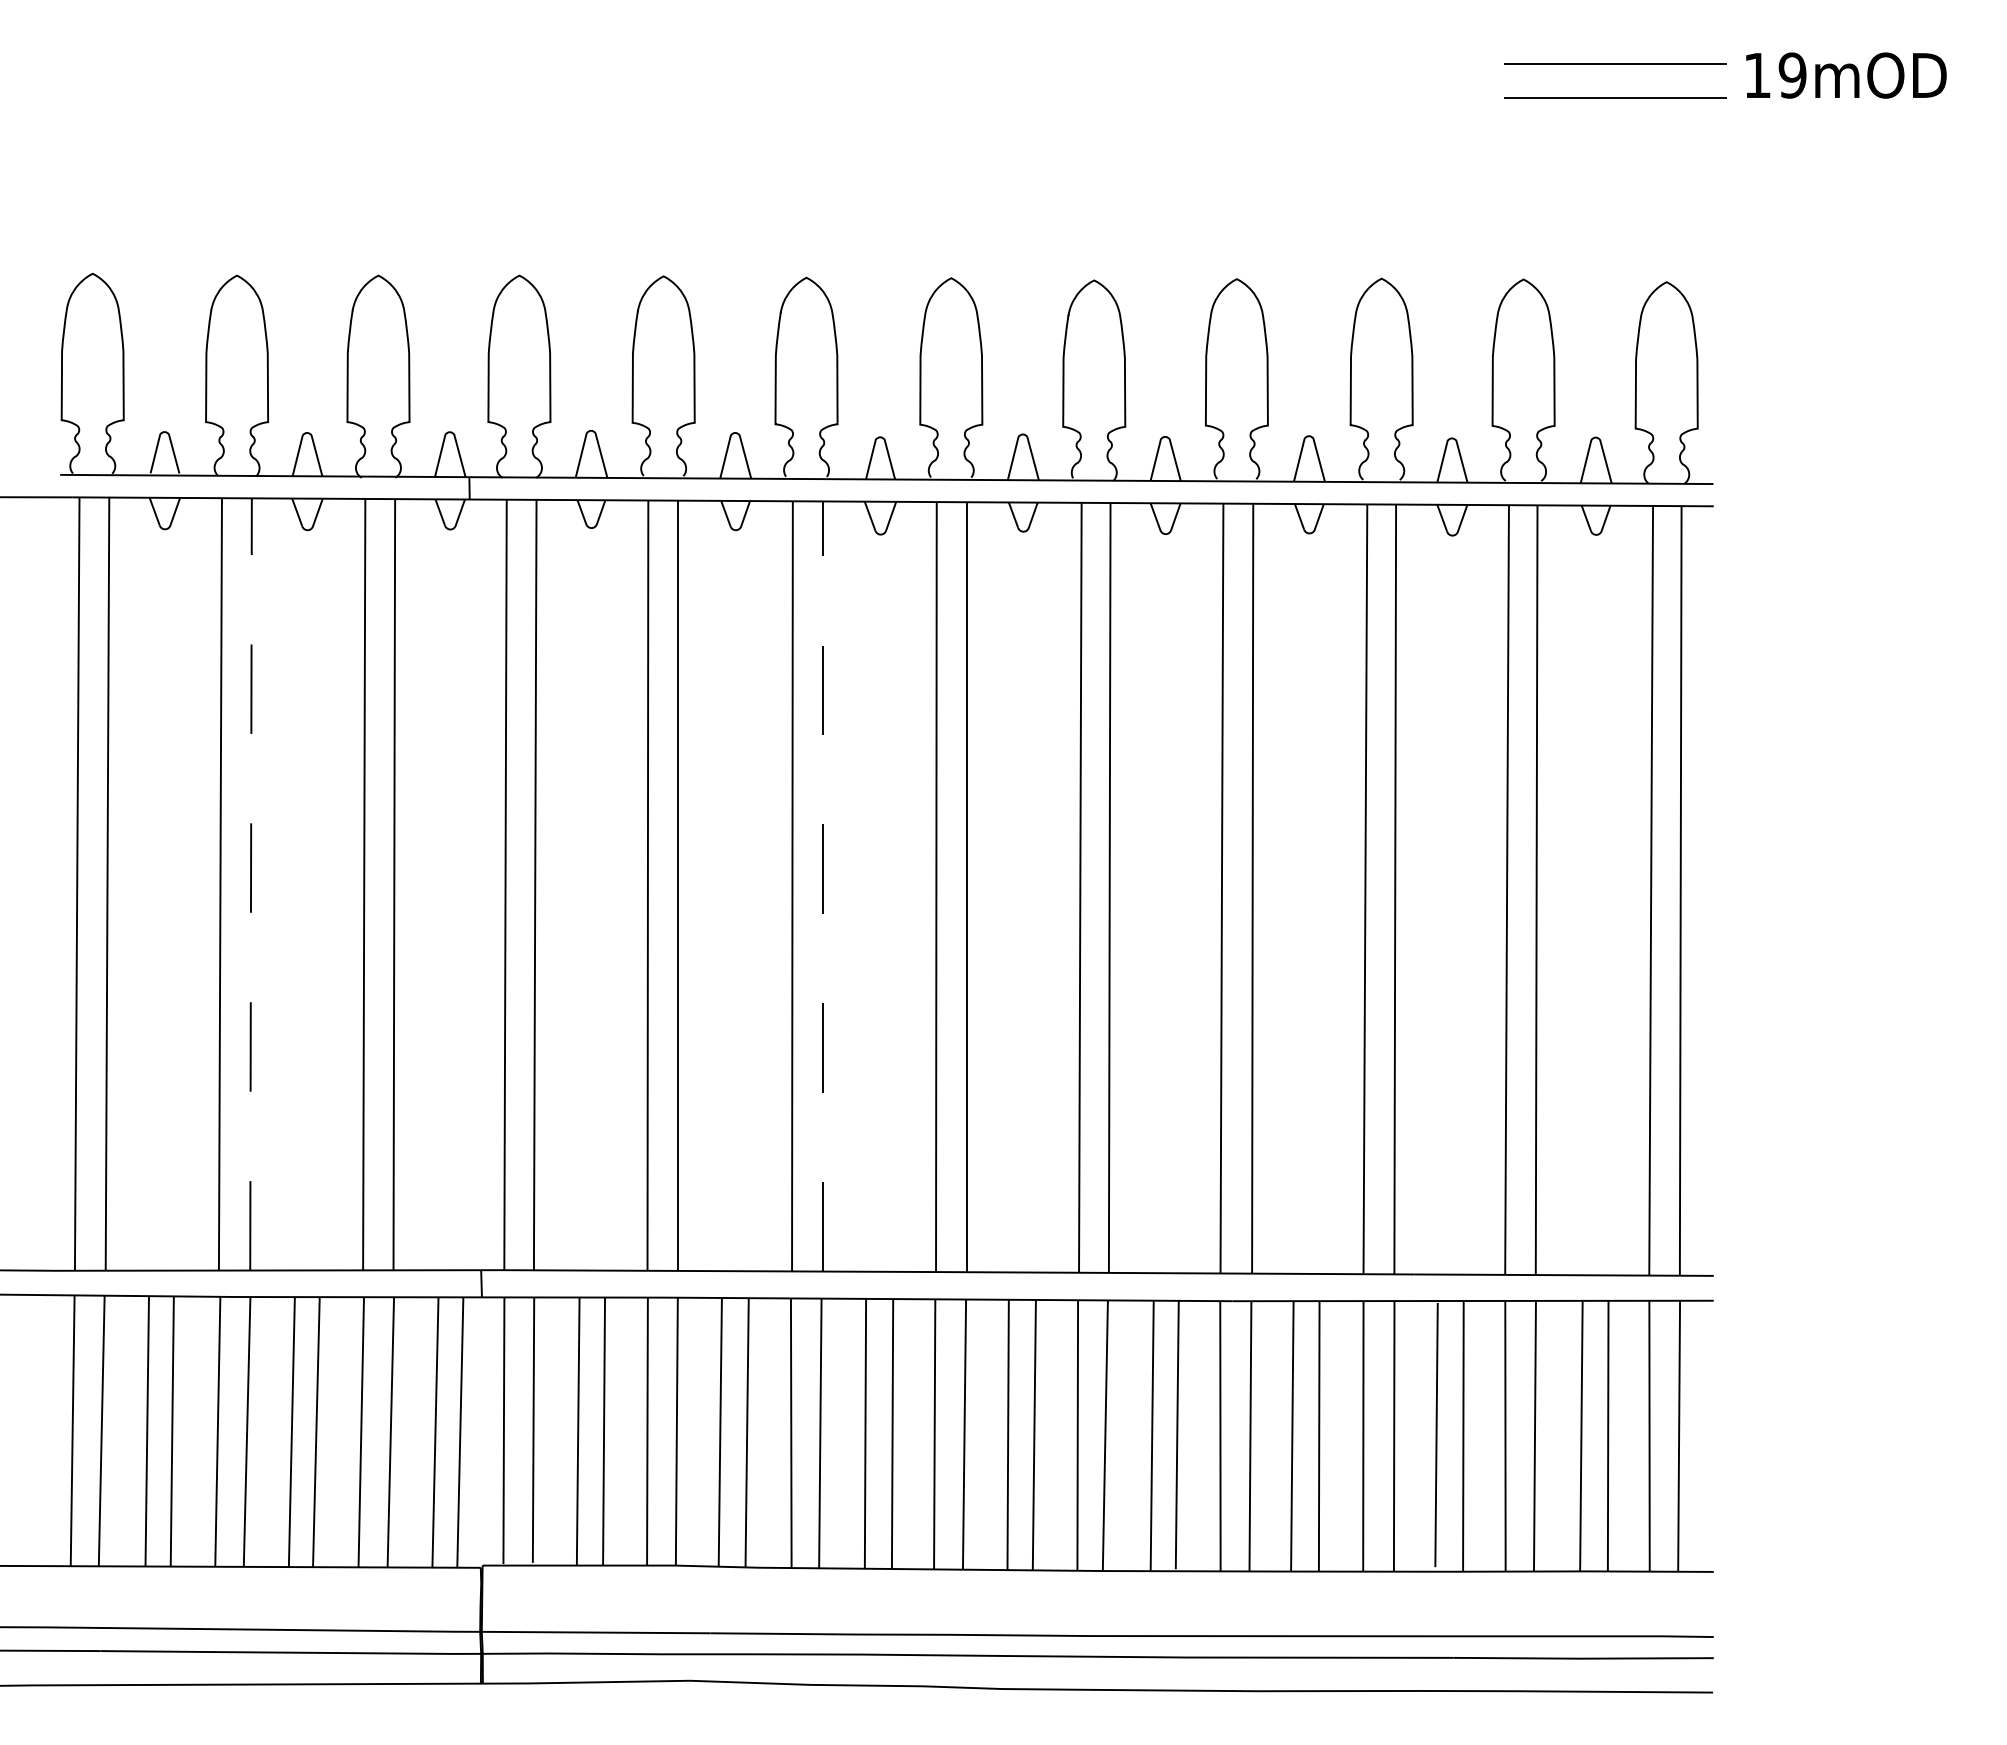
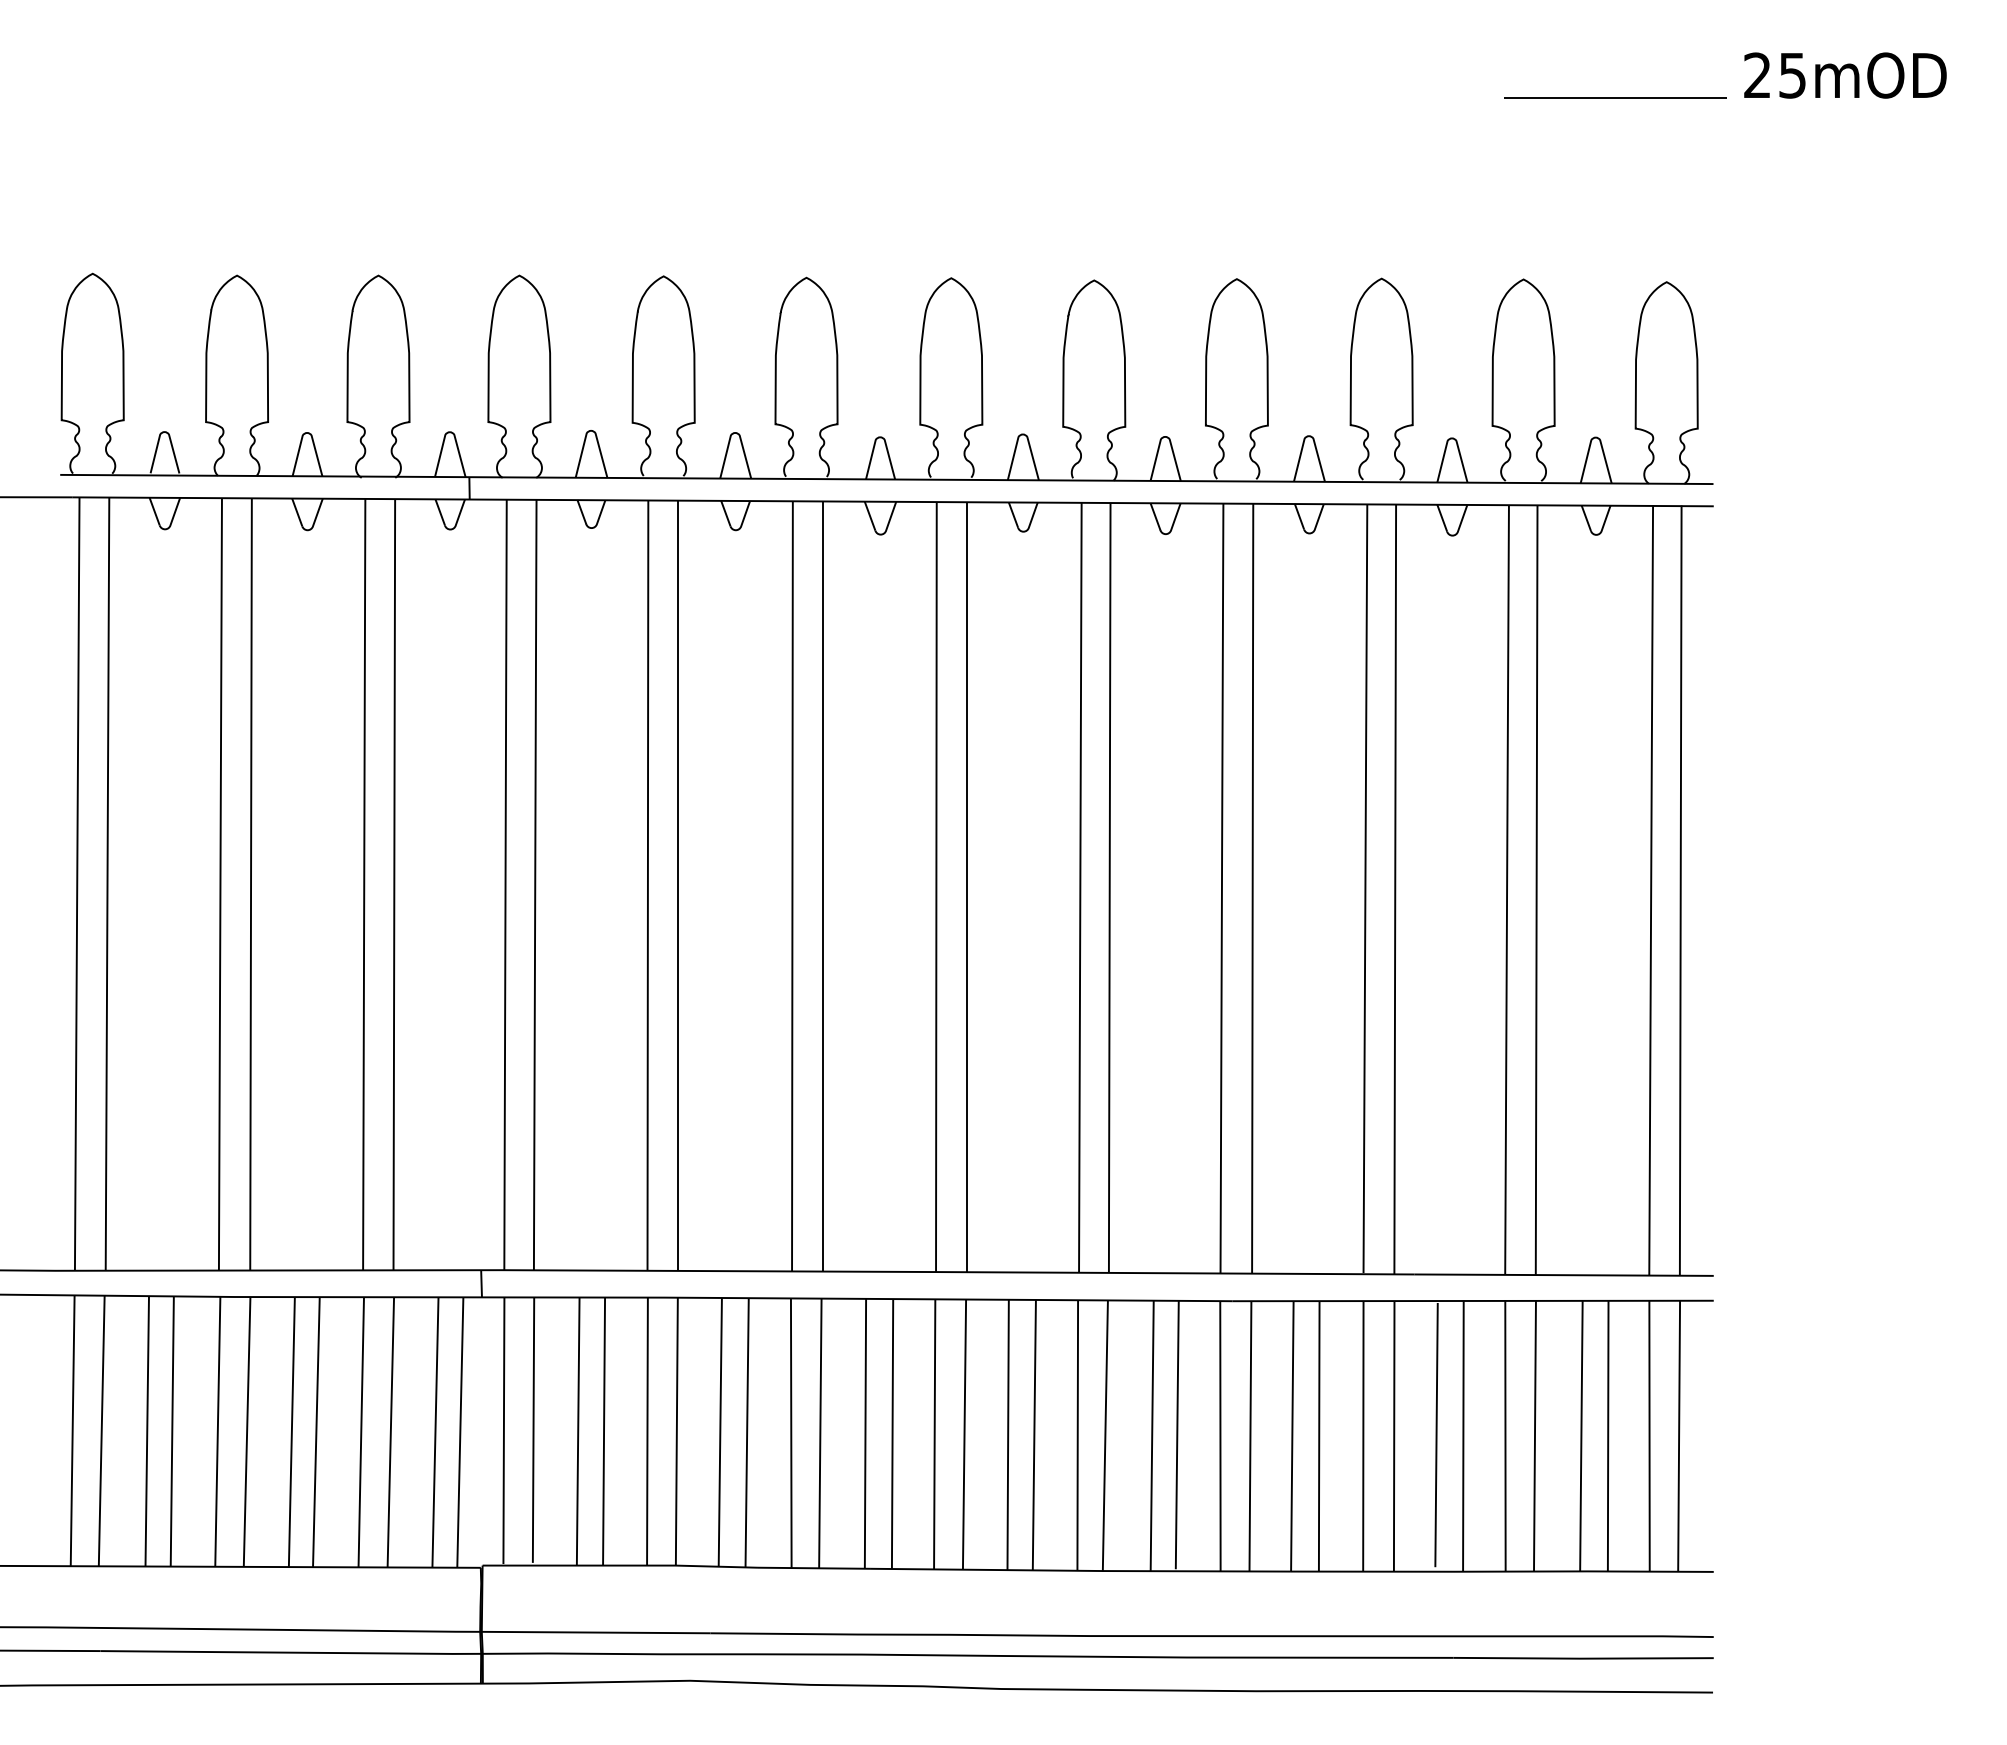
line at (1615, 63): present -> none
text at (1775, 75): 19mOD -> 25mOD
line at (251, 883): dashed -> solid
line at (822, 886): dashed -> solid
